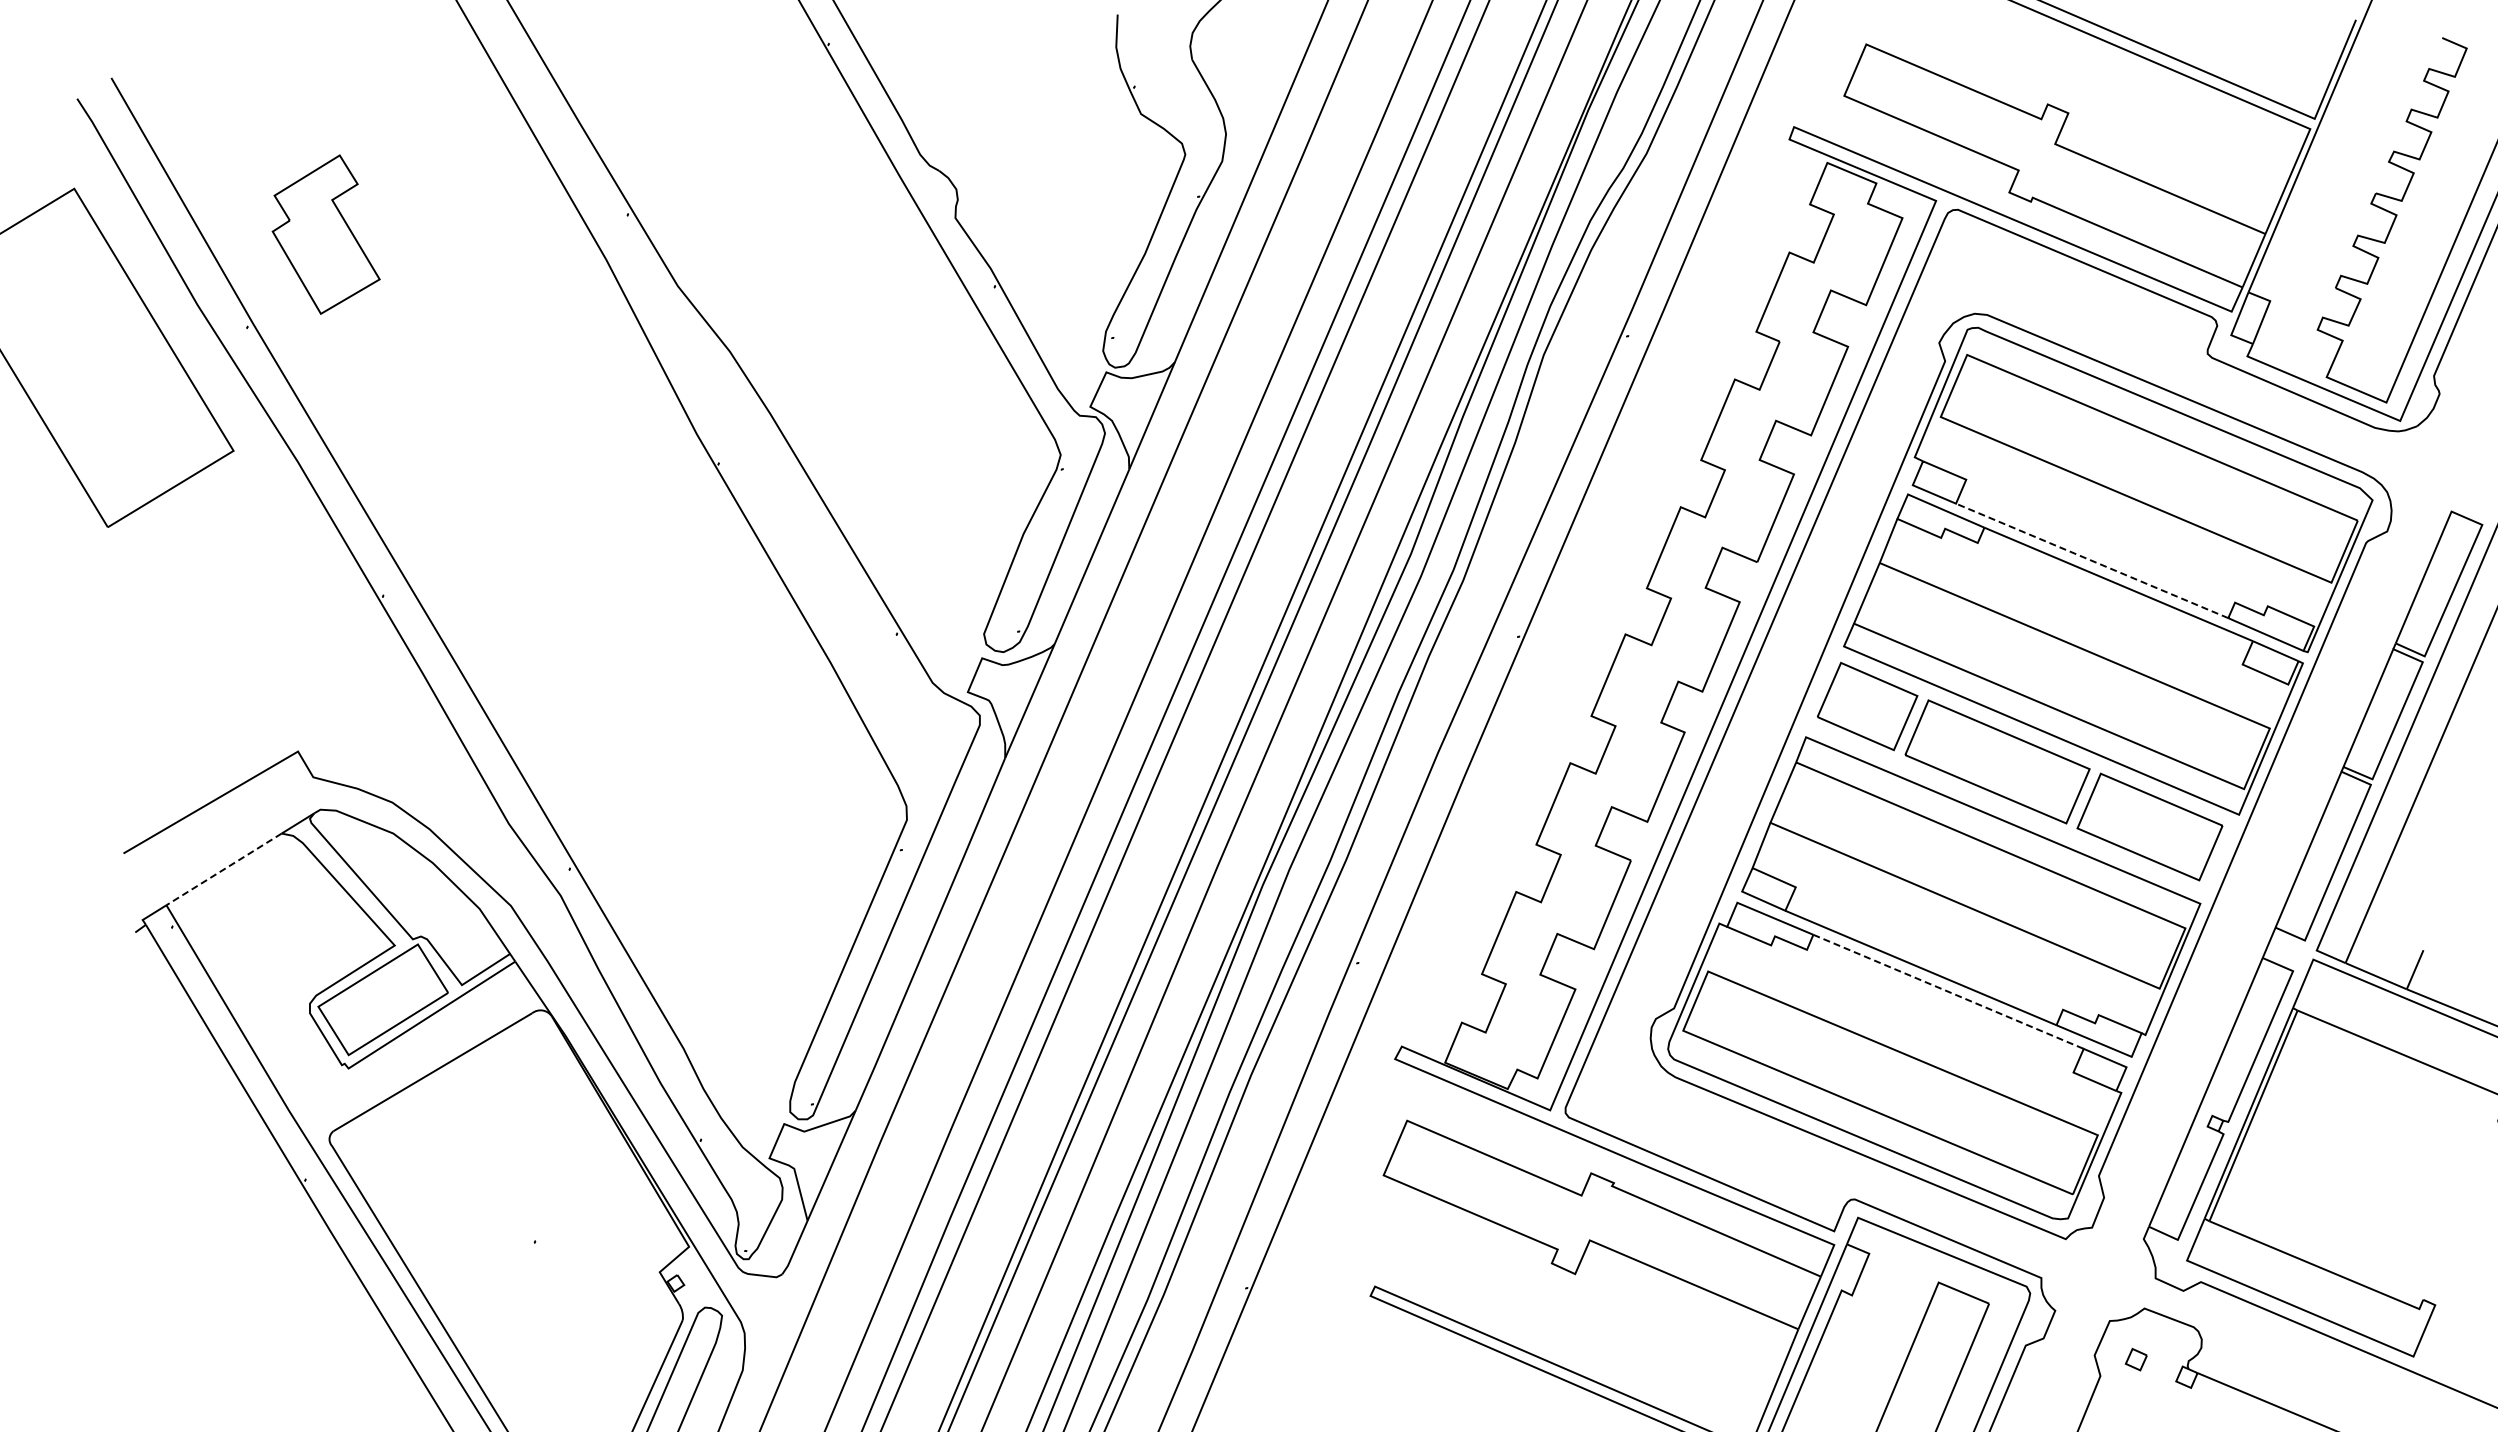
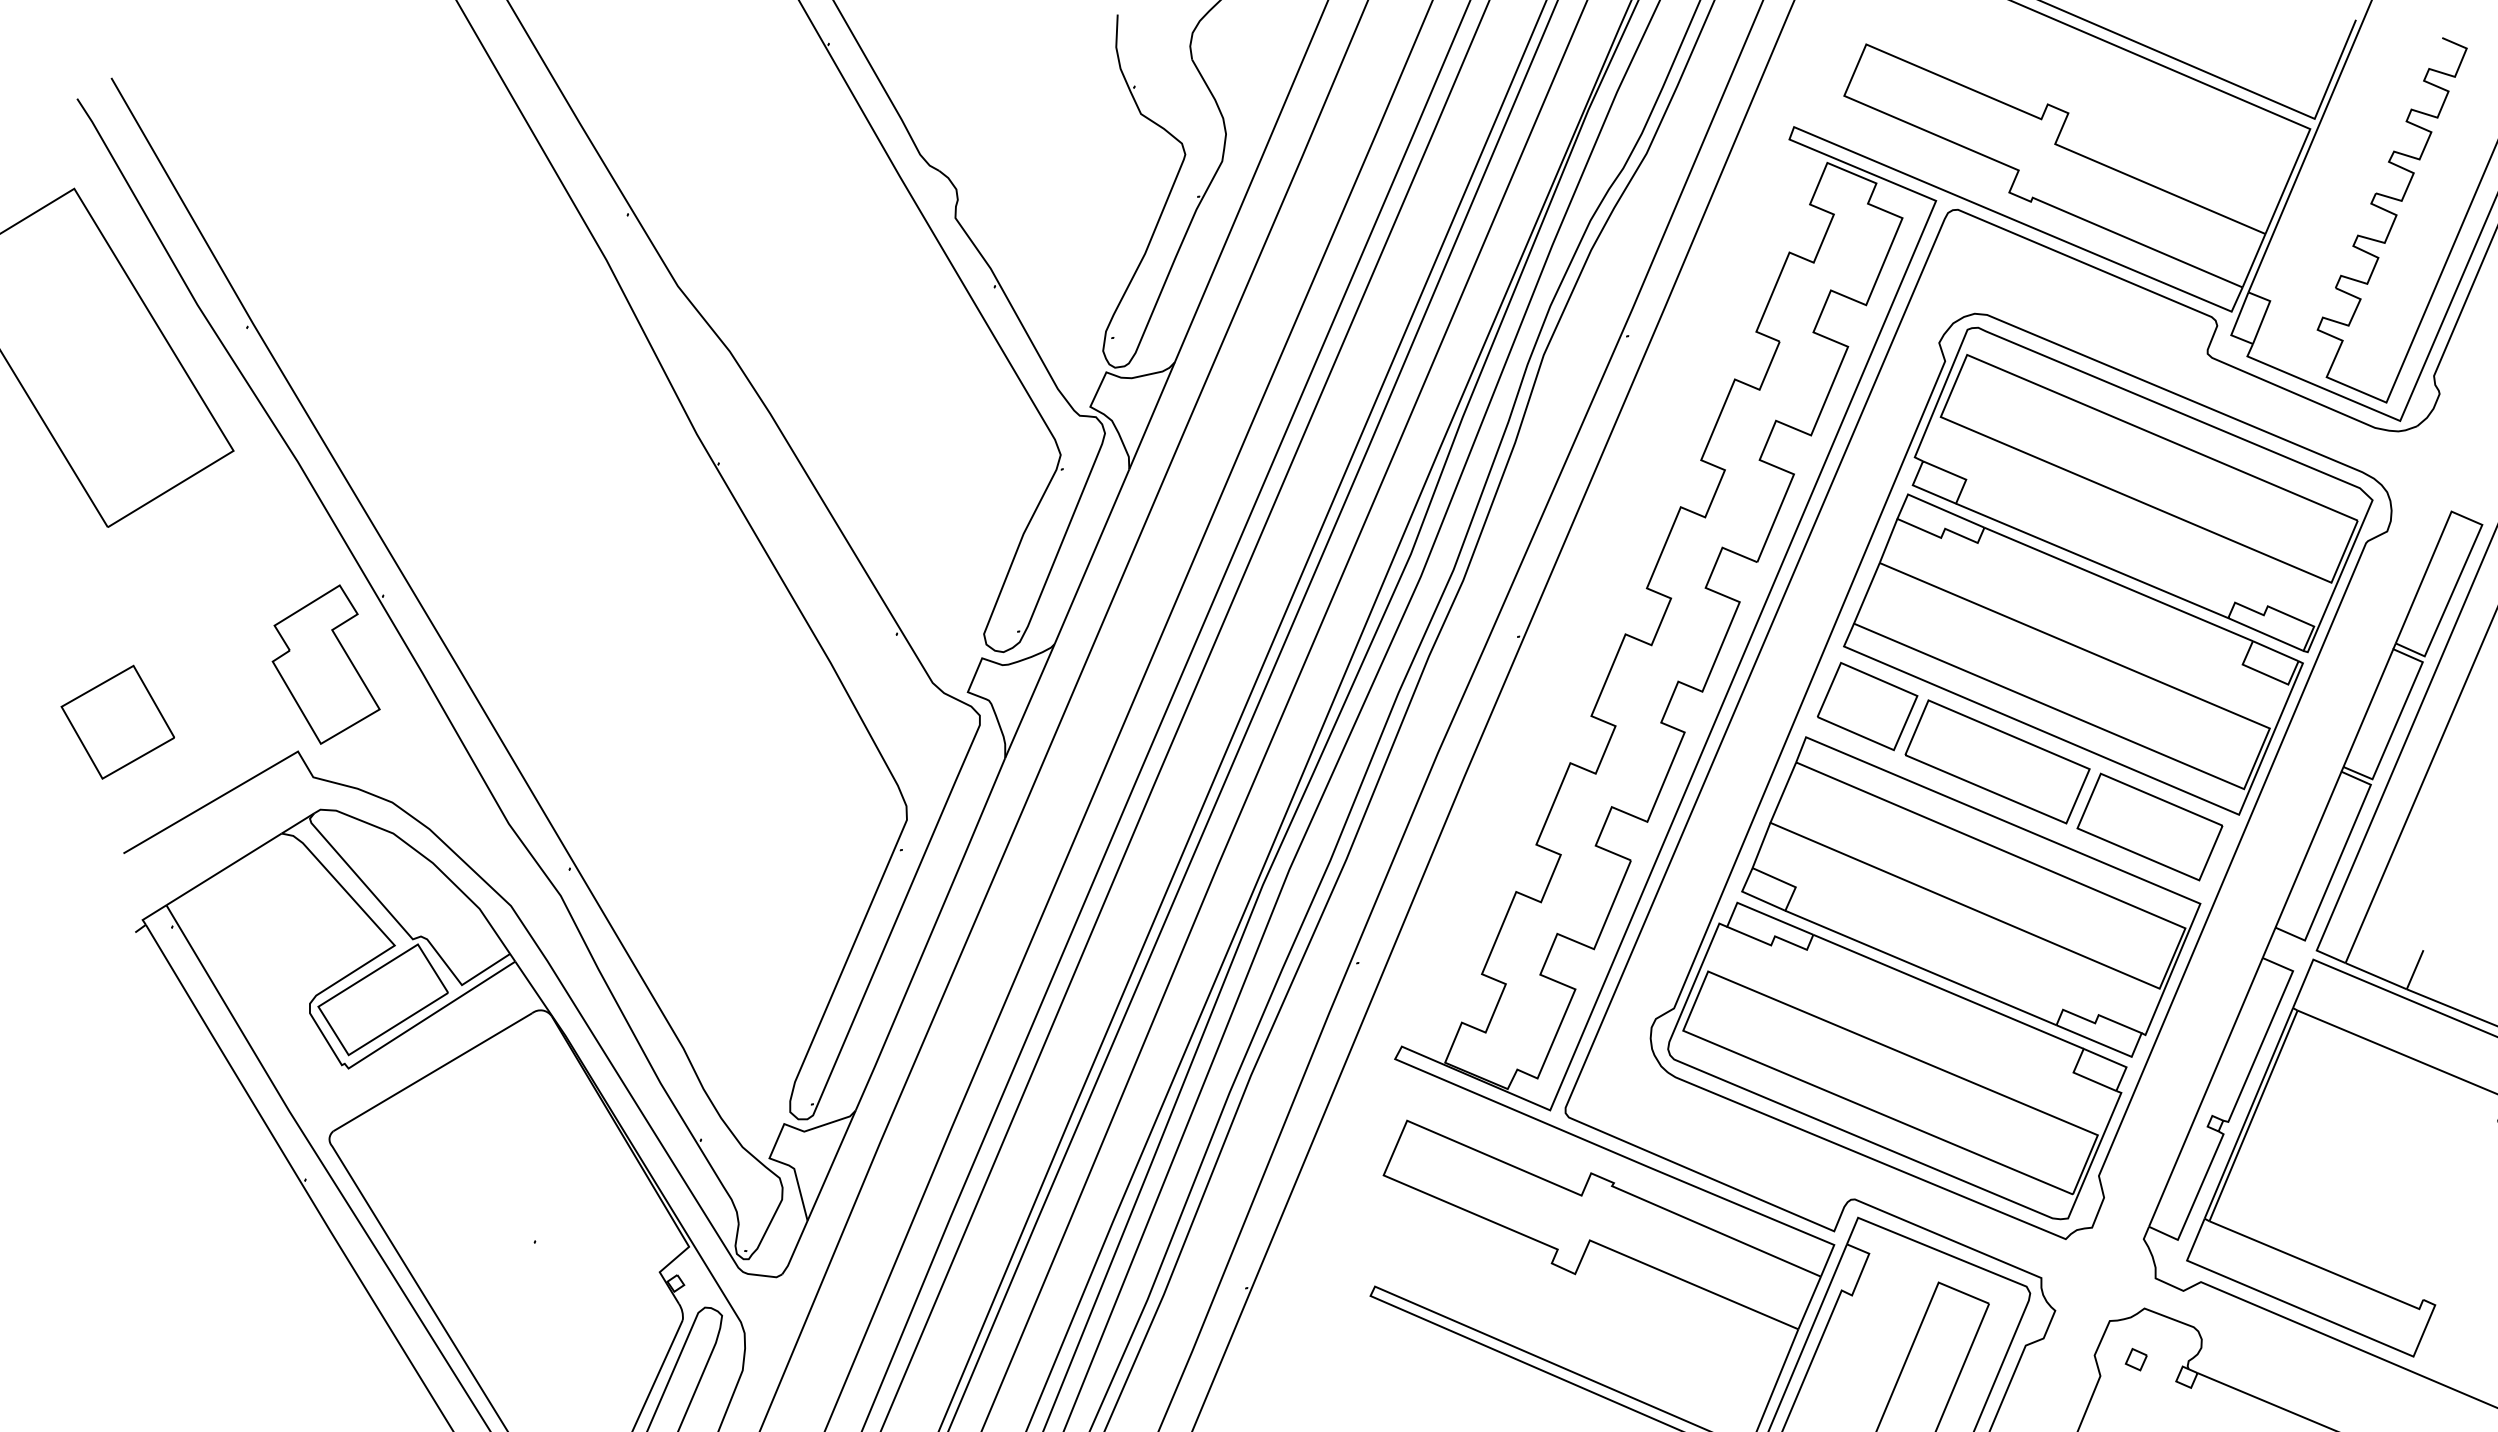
part at (325, 234) position: (325, 234) -> (325, 664)
line at (2092, 560): dashed -> solid
part at (117, 721): none -> present
line at (224, 869): dashed -> solid
line at (1948, 991): dashed -> solid
